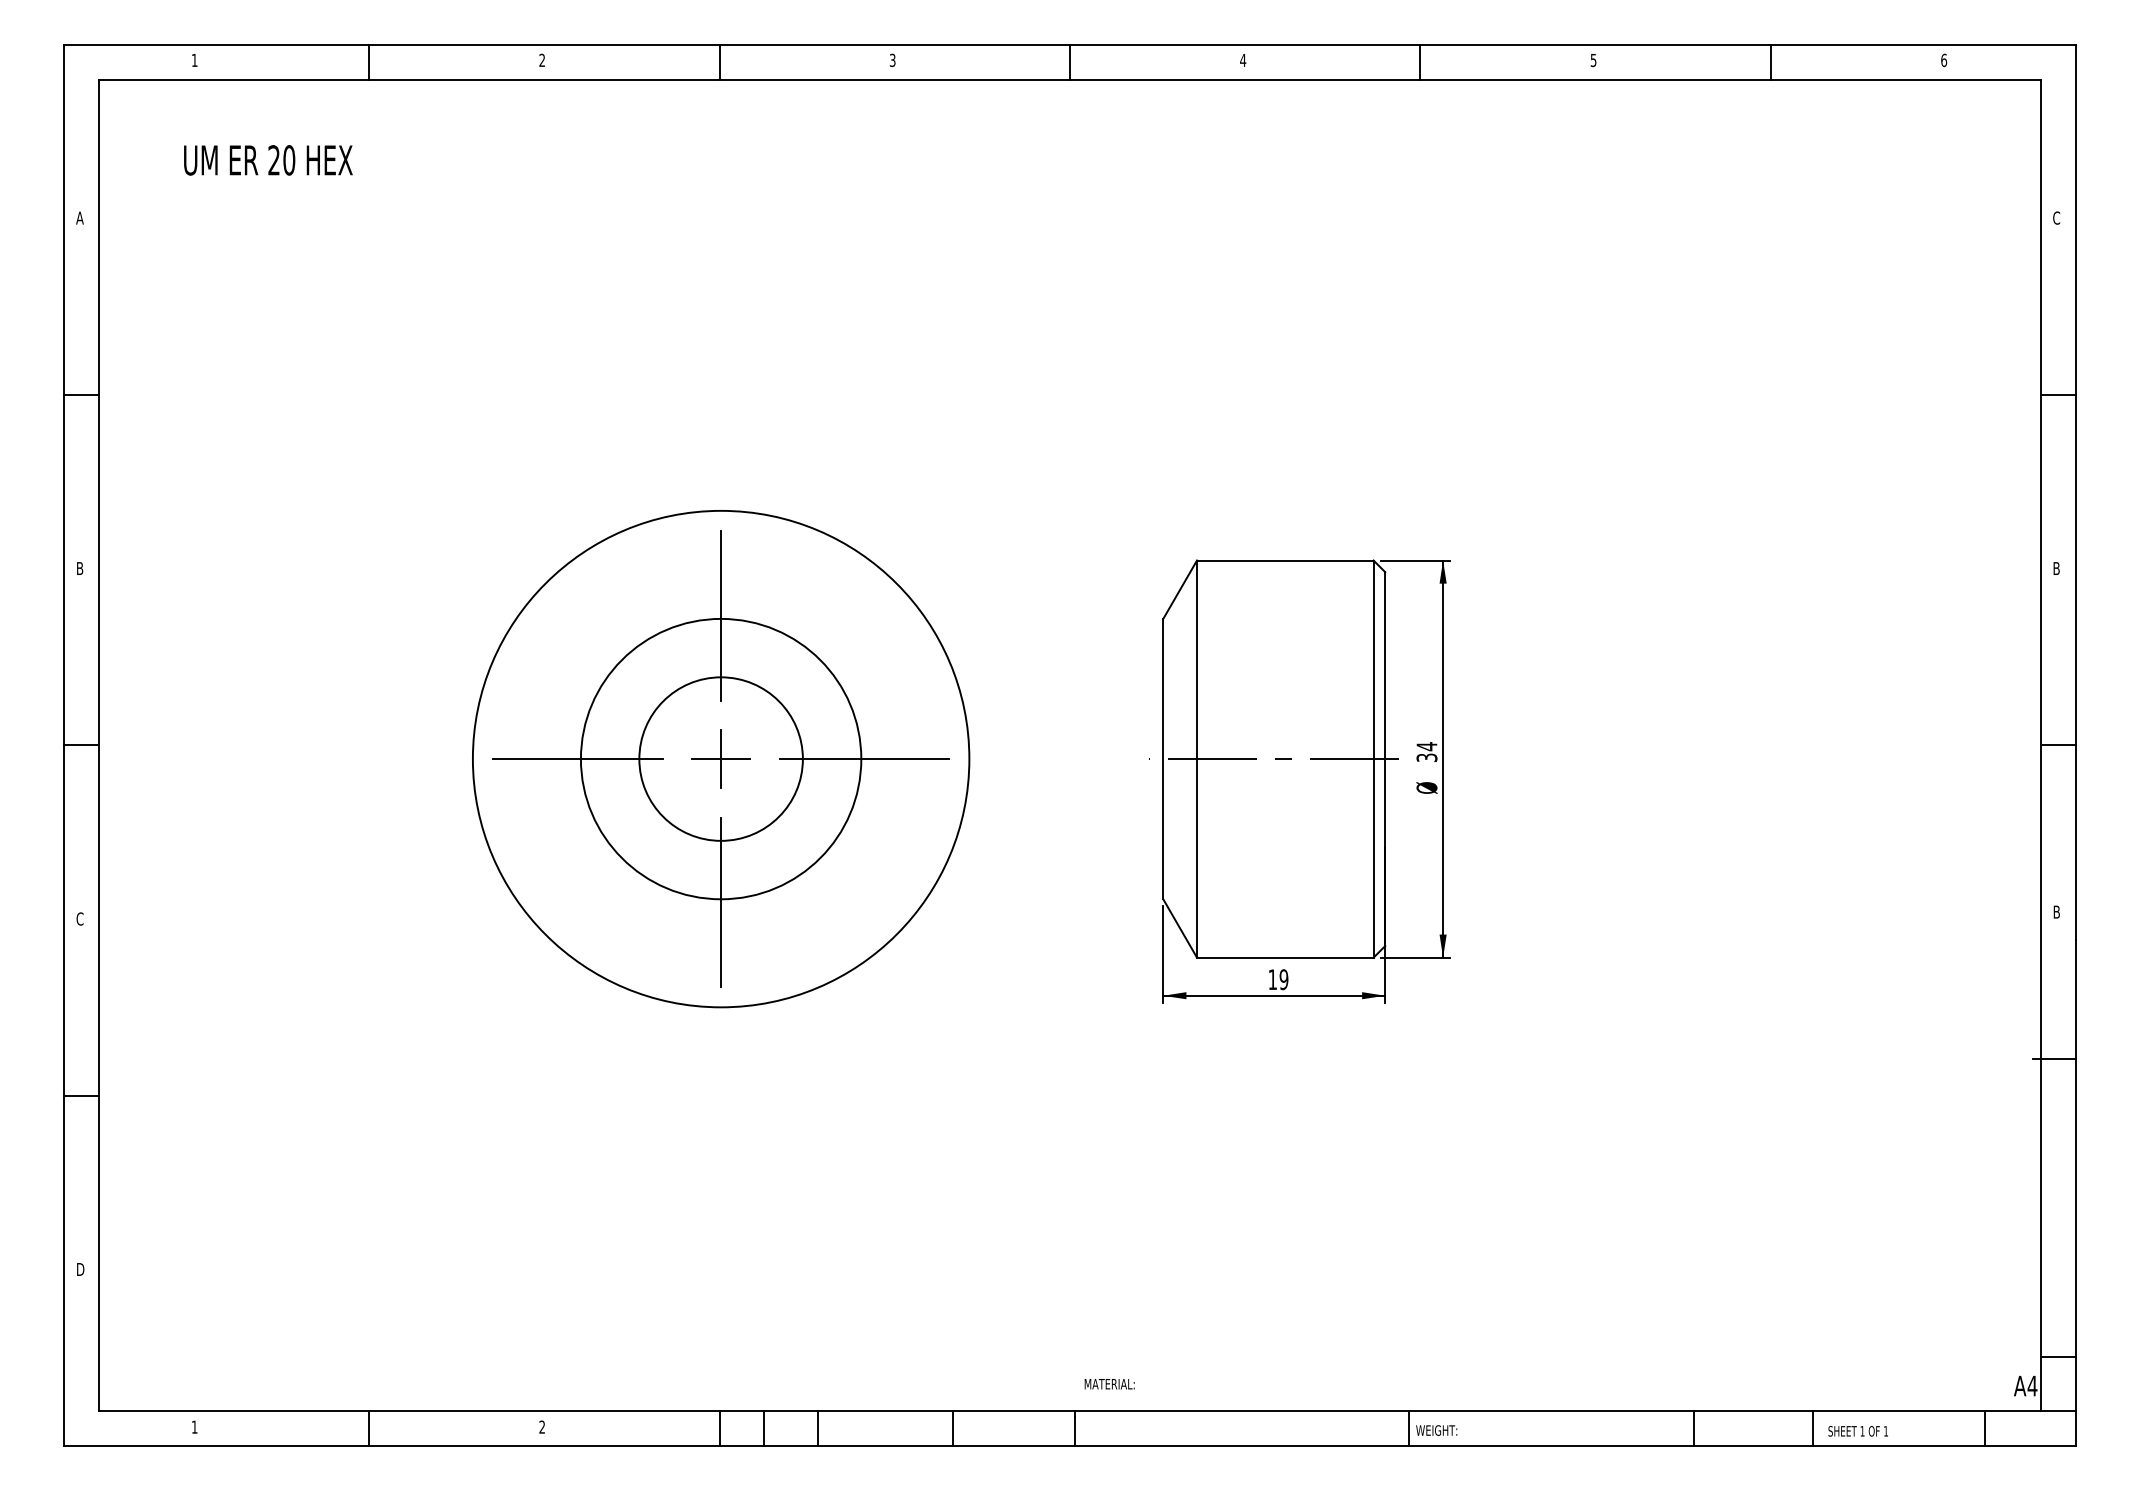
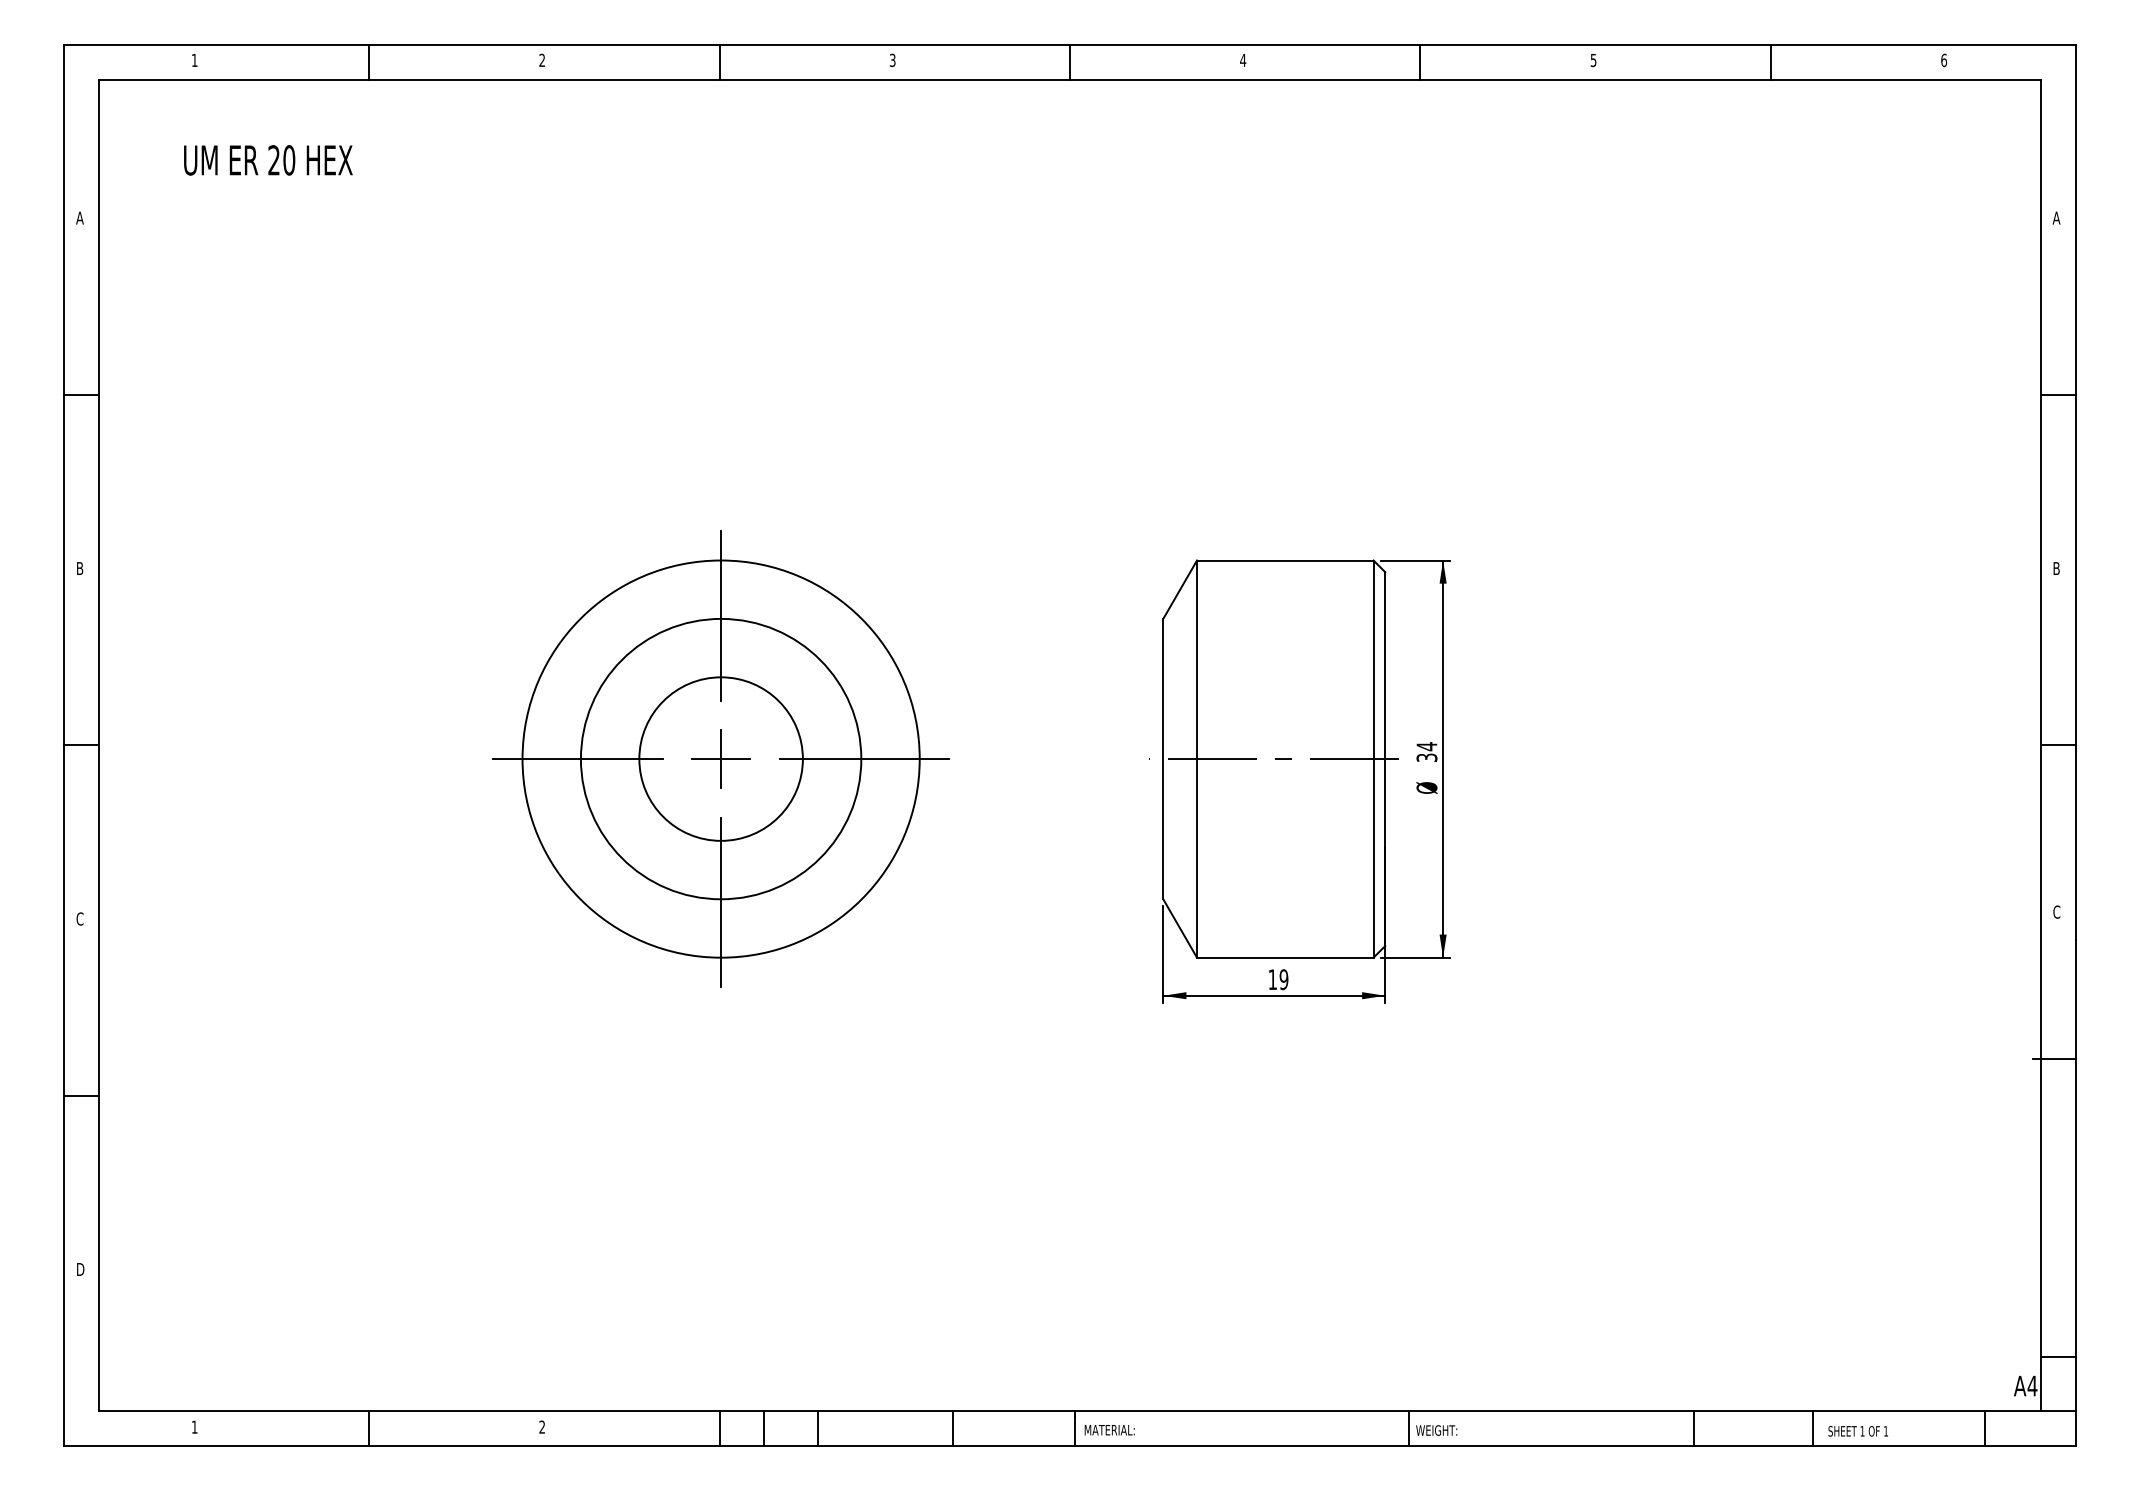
text at (2056, 217): C -> A
circle at (720, 758) diameter: 496 px -> 397 px
text at (2056, 911): B -> C
text at (1109, 1384) position: (1109, 1384) -> (1109, 1430)
